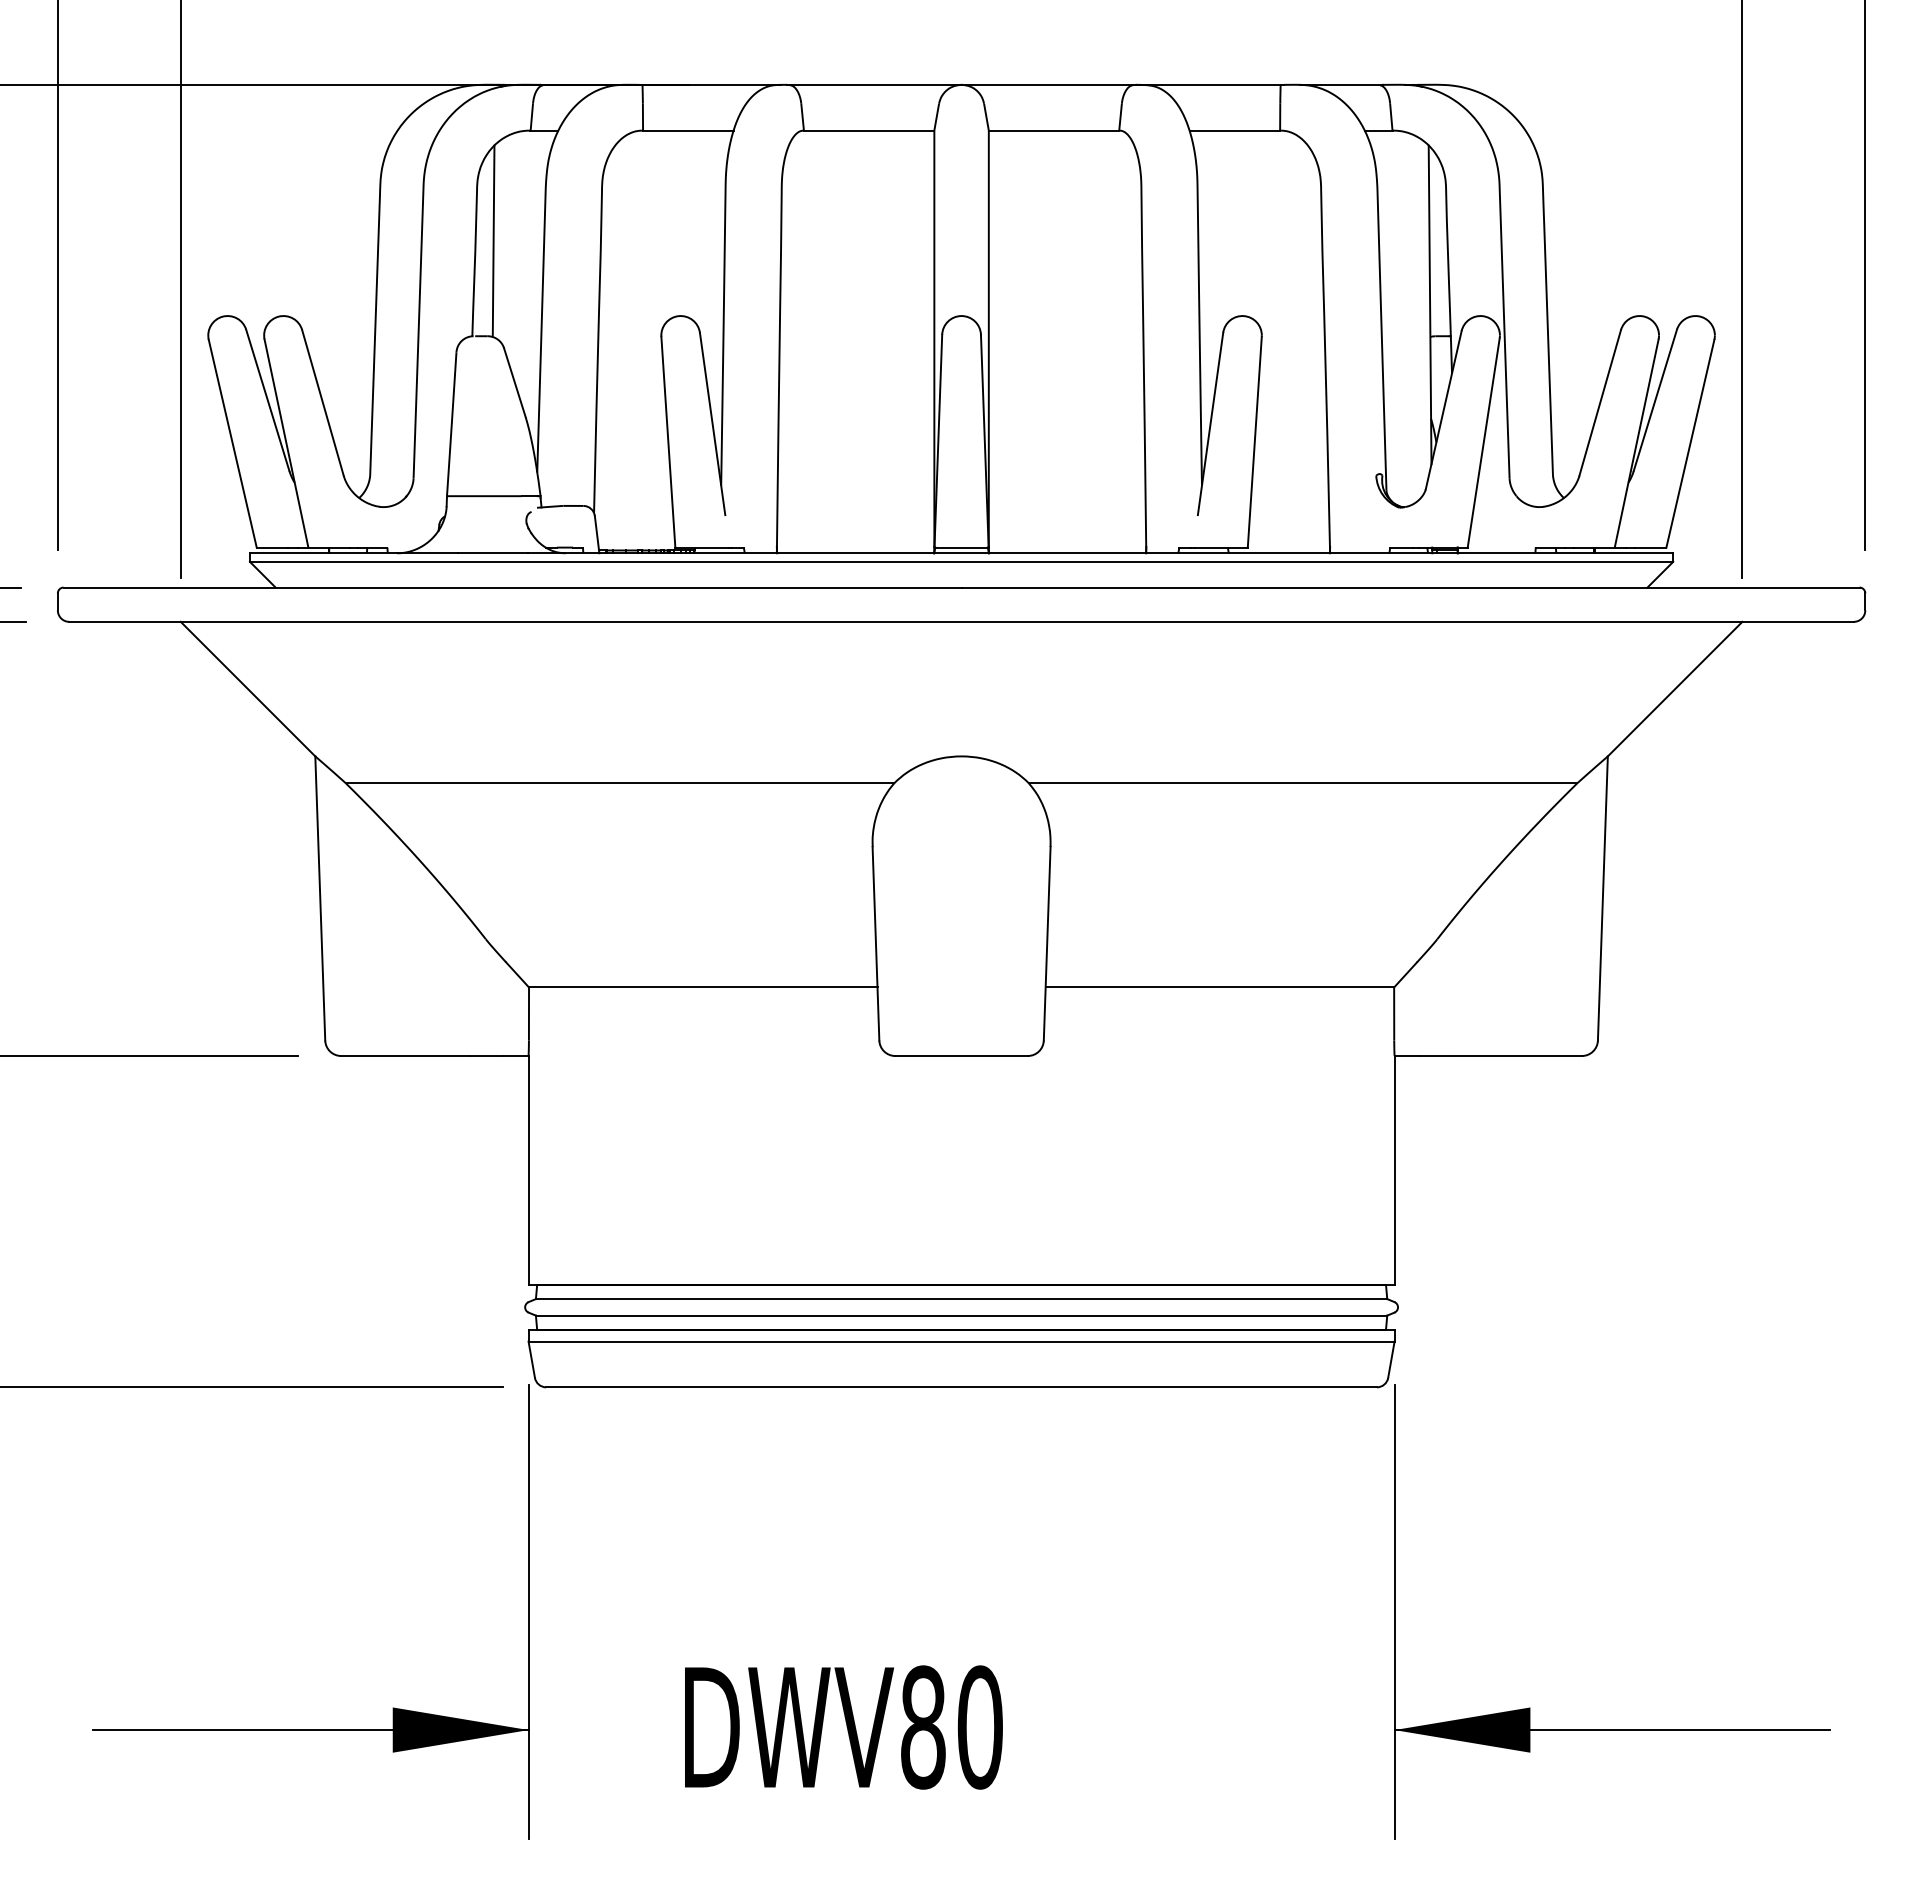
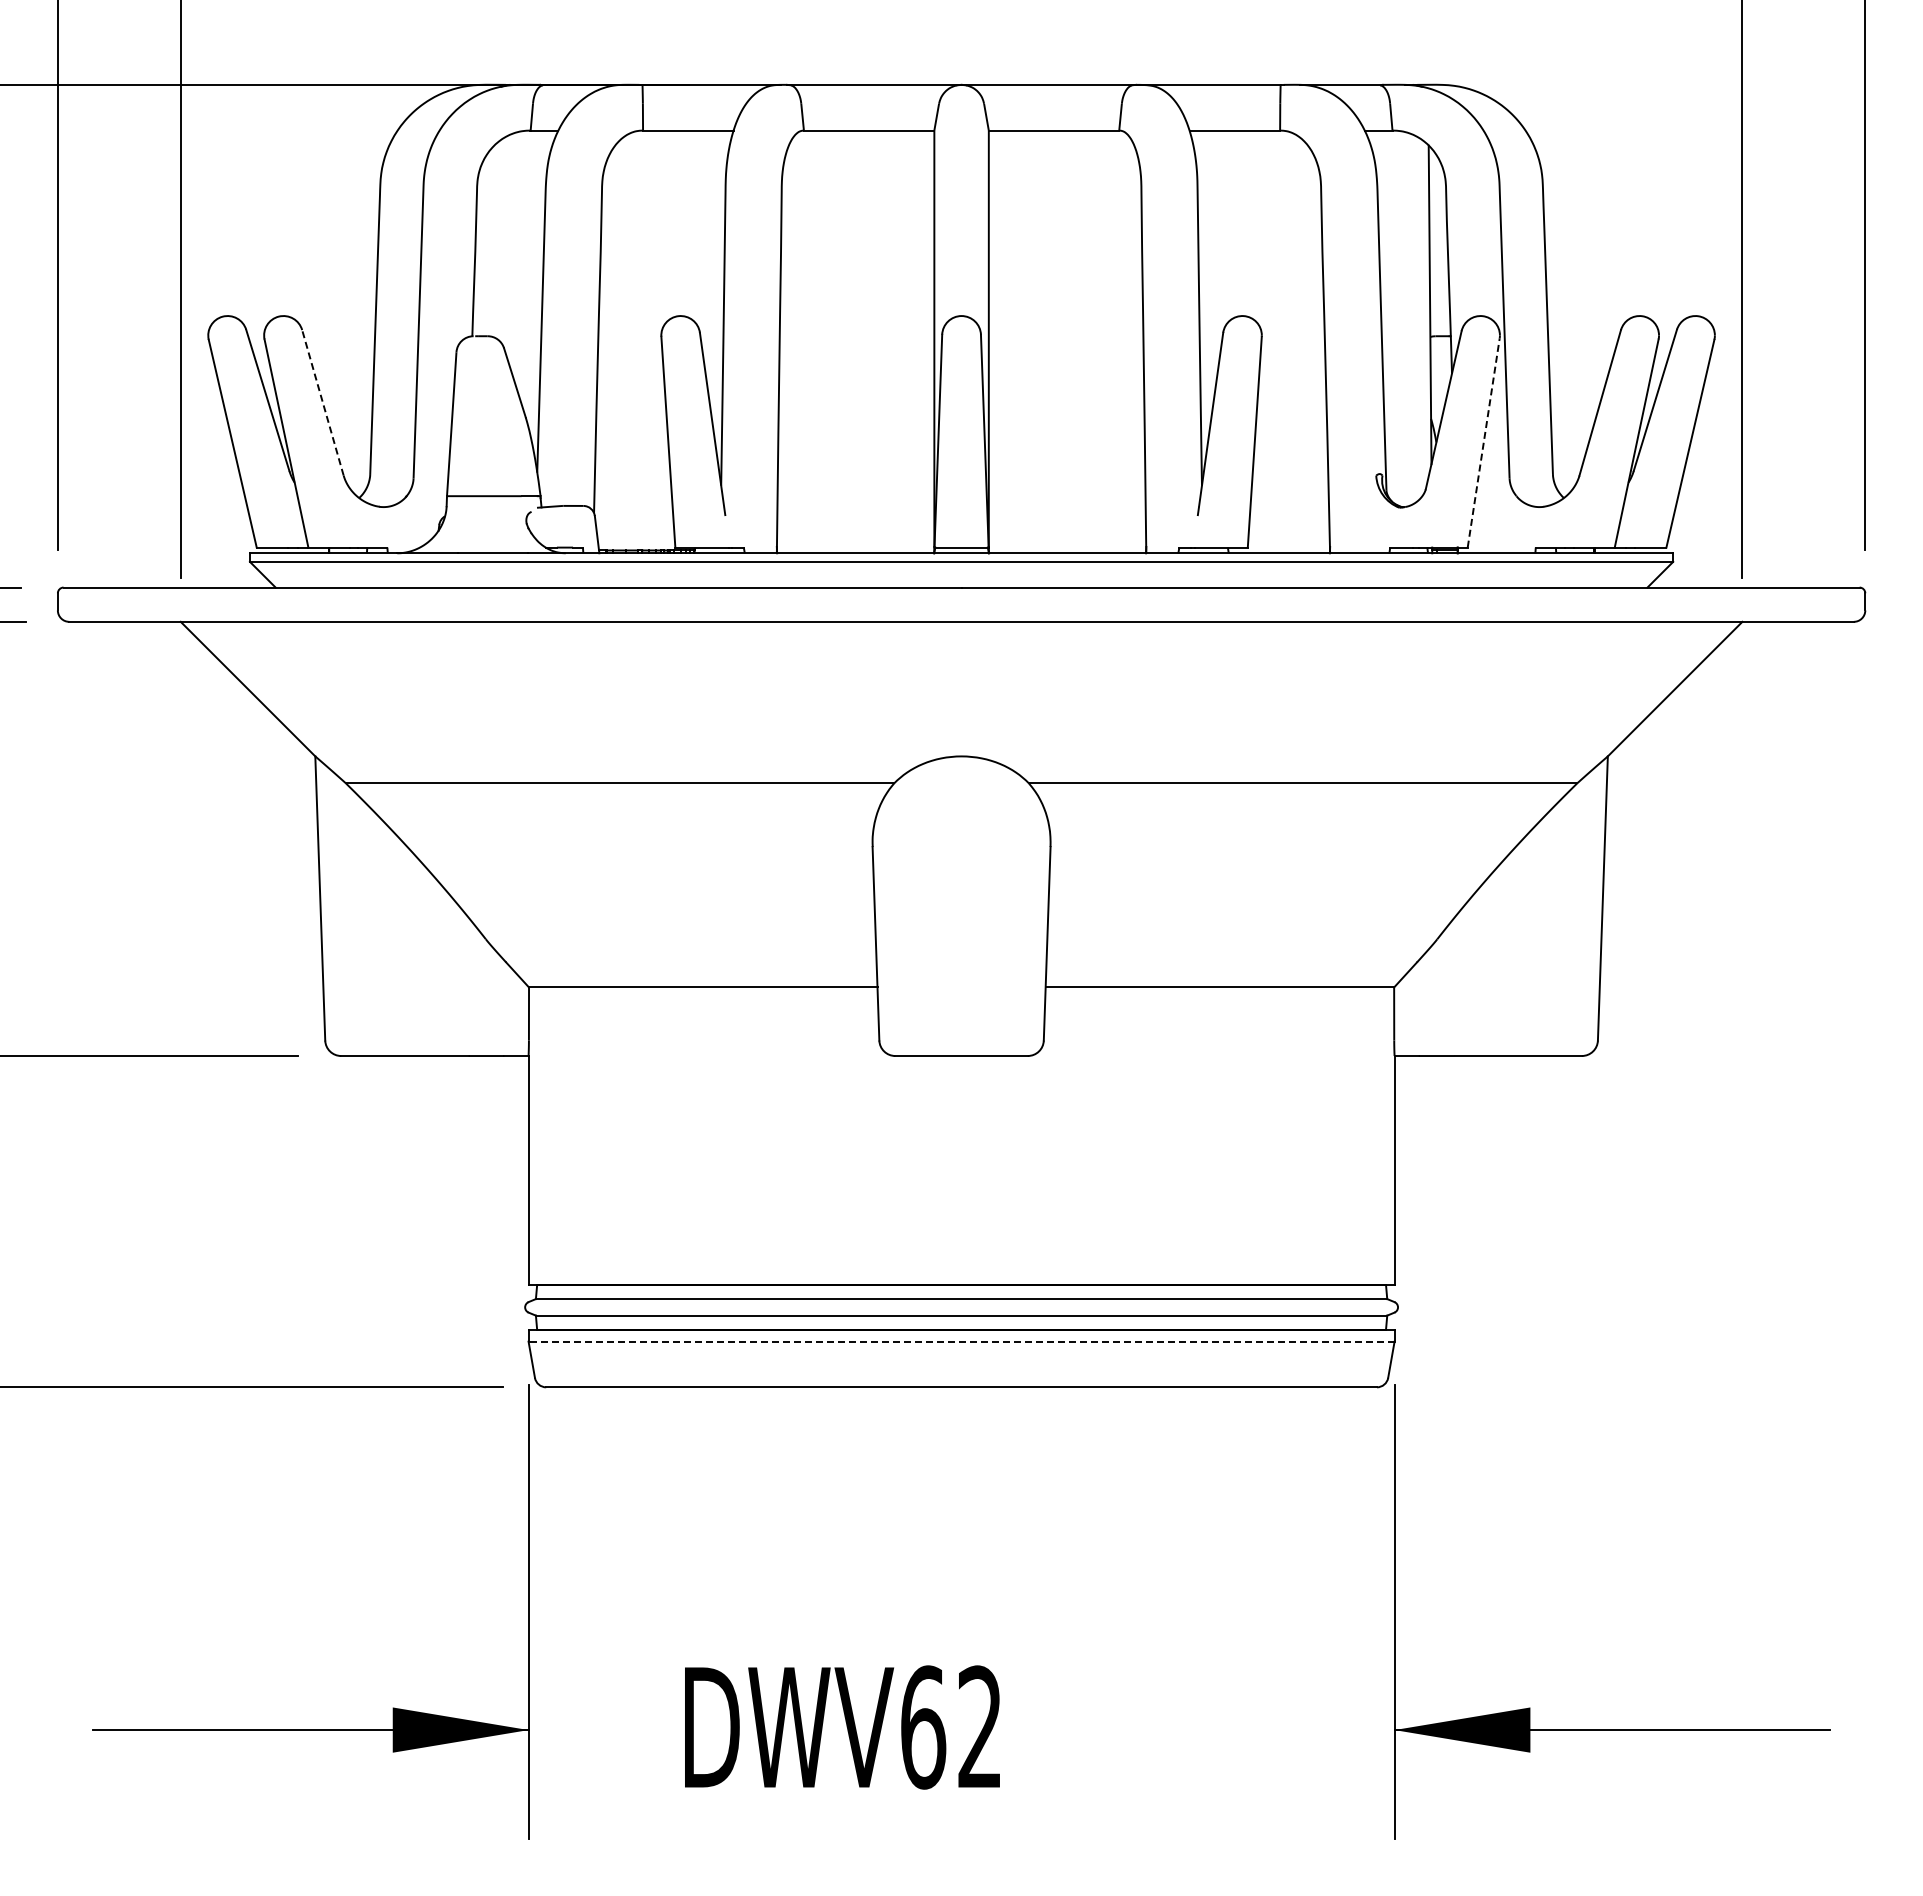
line at (493, 241): present -> none
line at (322, 402): solid -> dashed
line at (1483, 442): solid -> dashed
line at (961, 1341): solid -> dashed
text at (951, 1727): DWV80 -> DWV62
